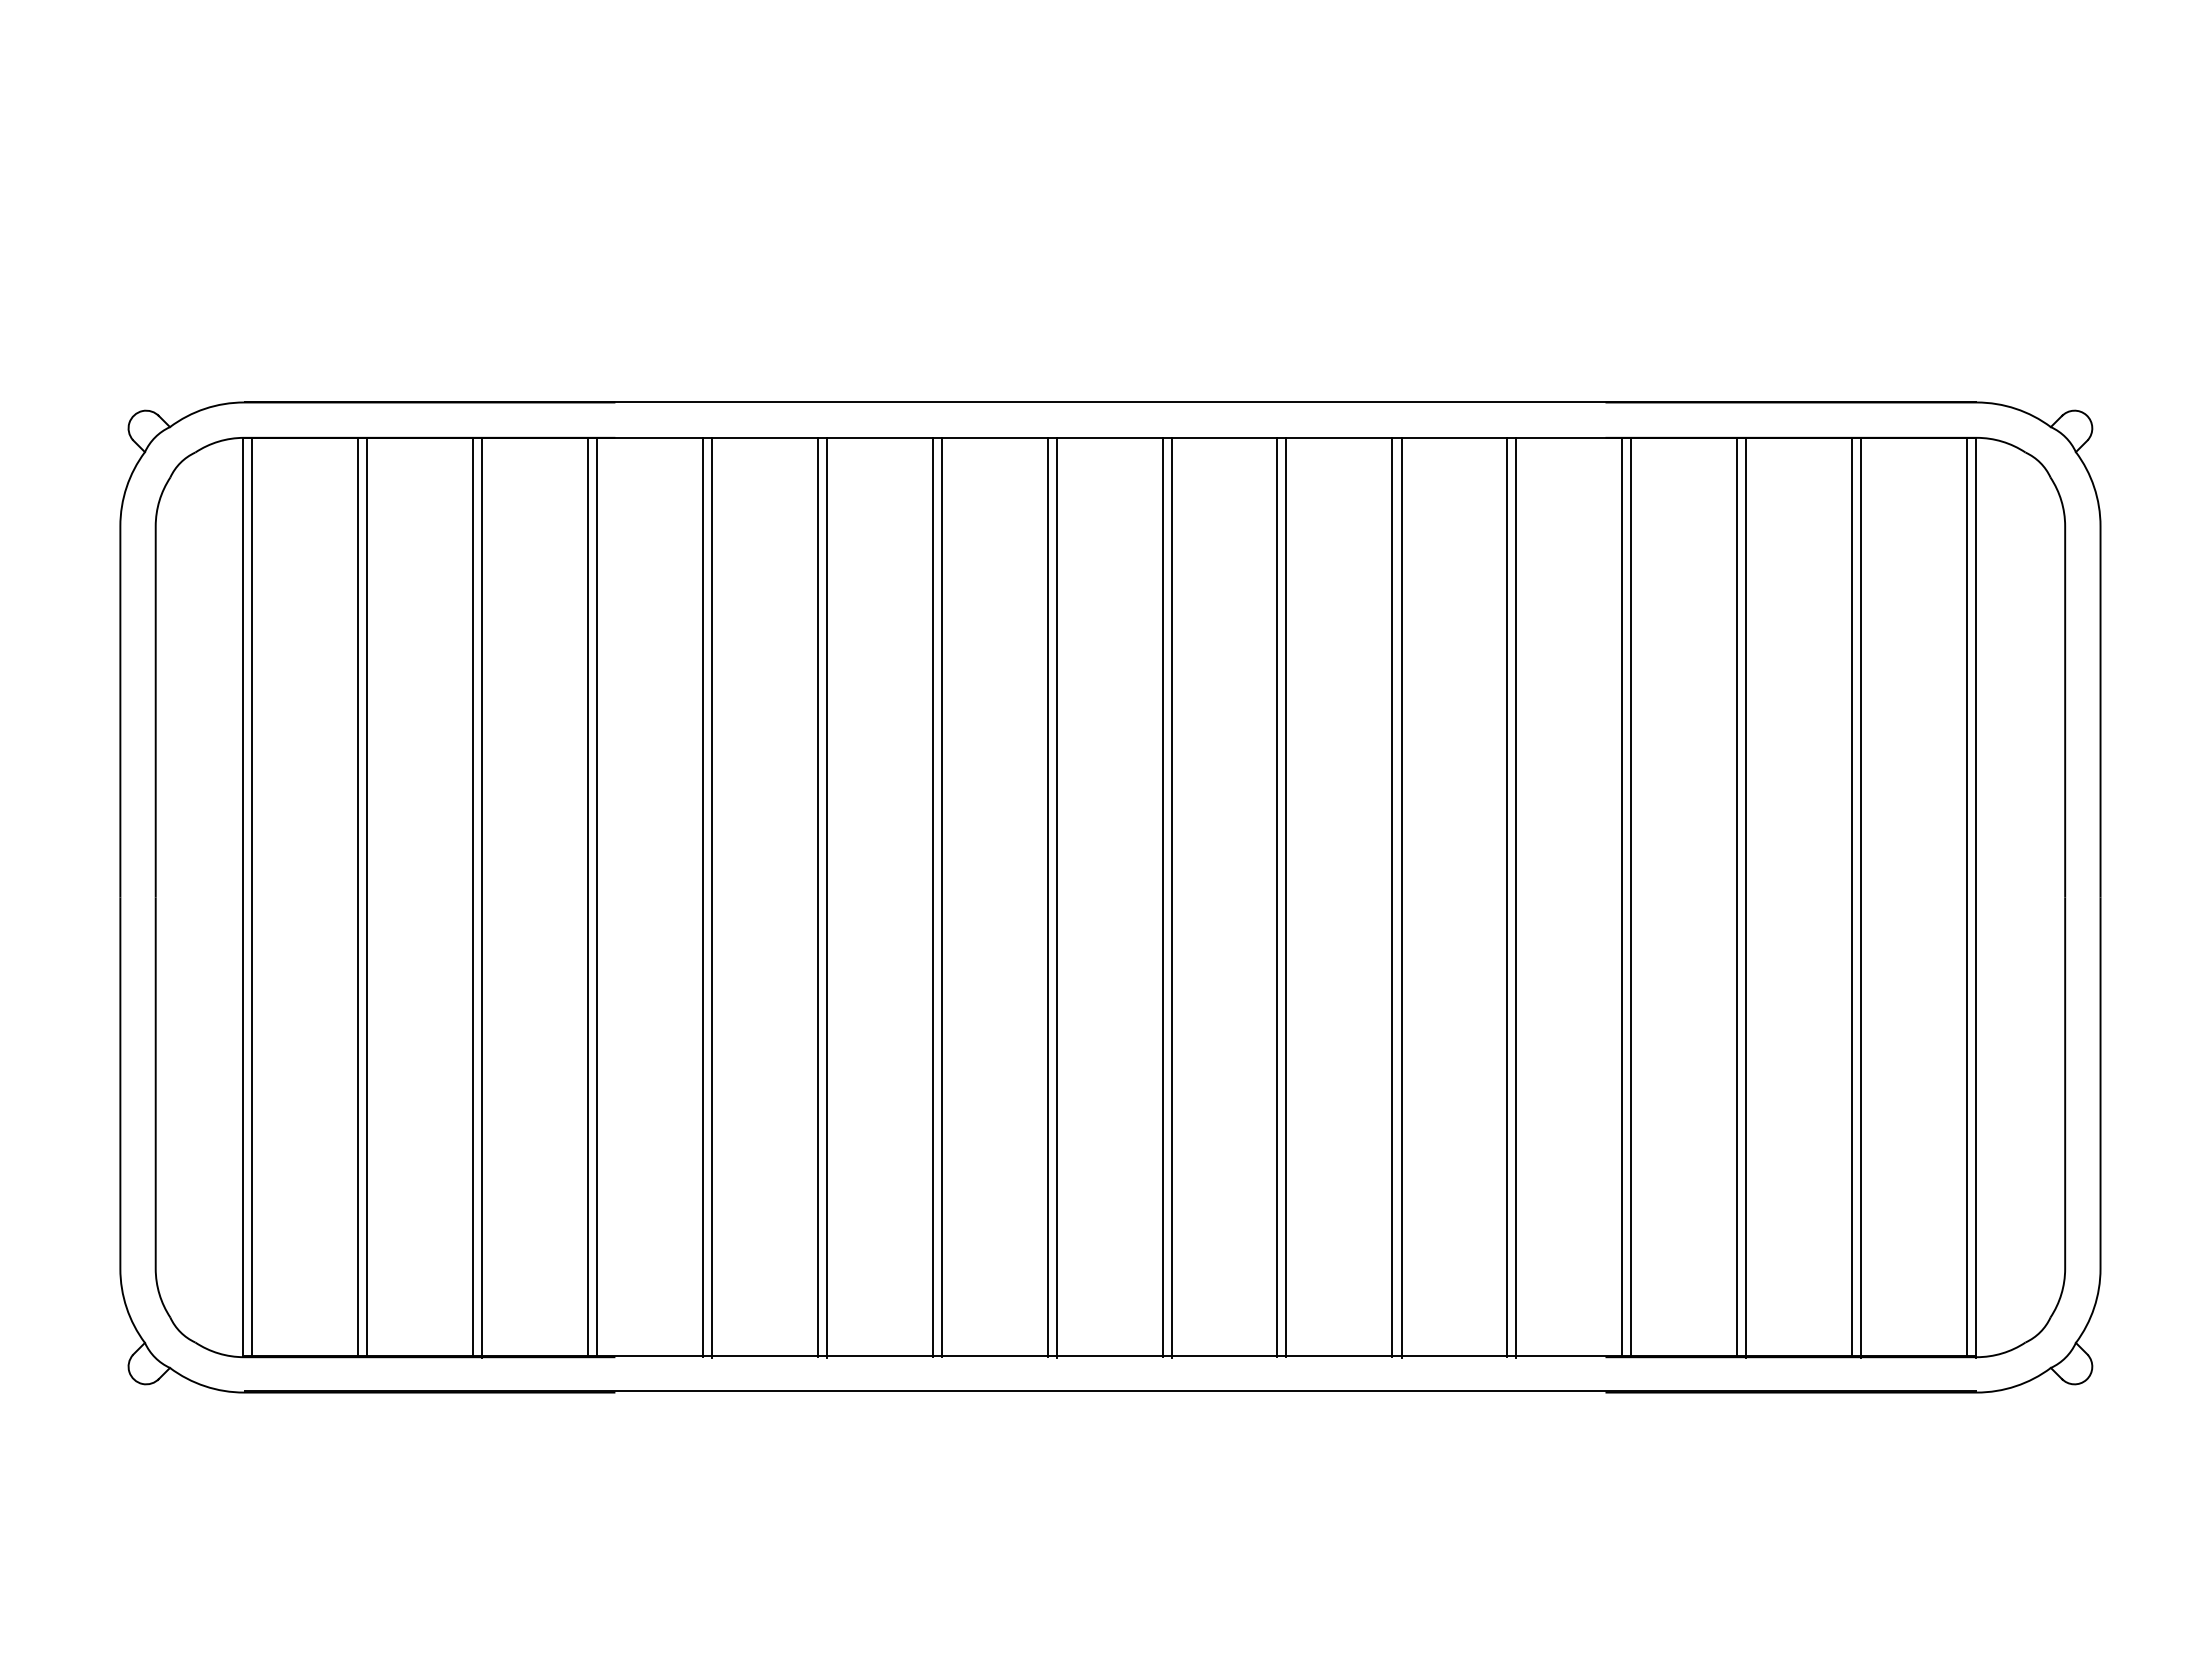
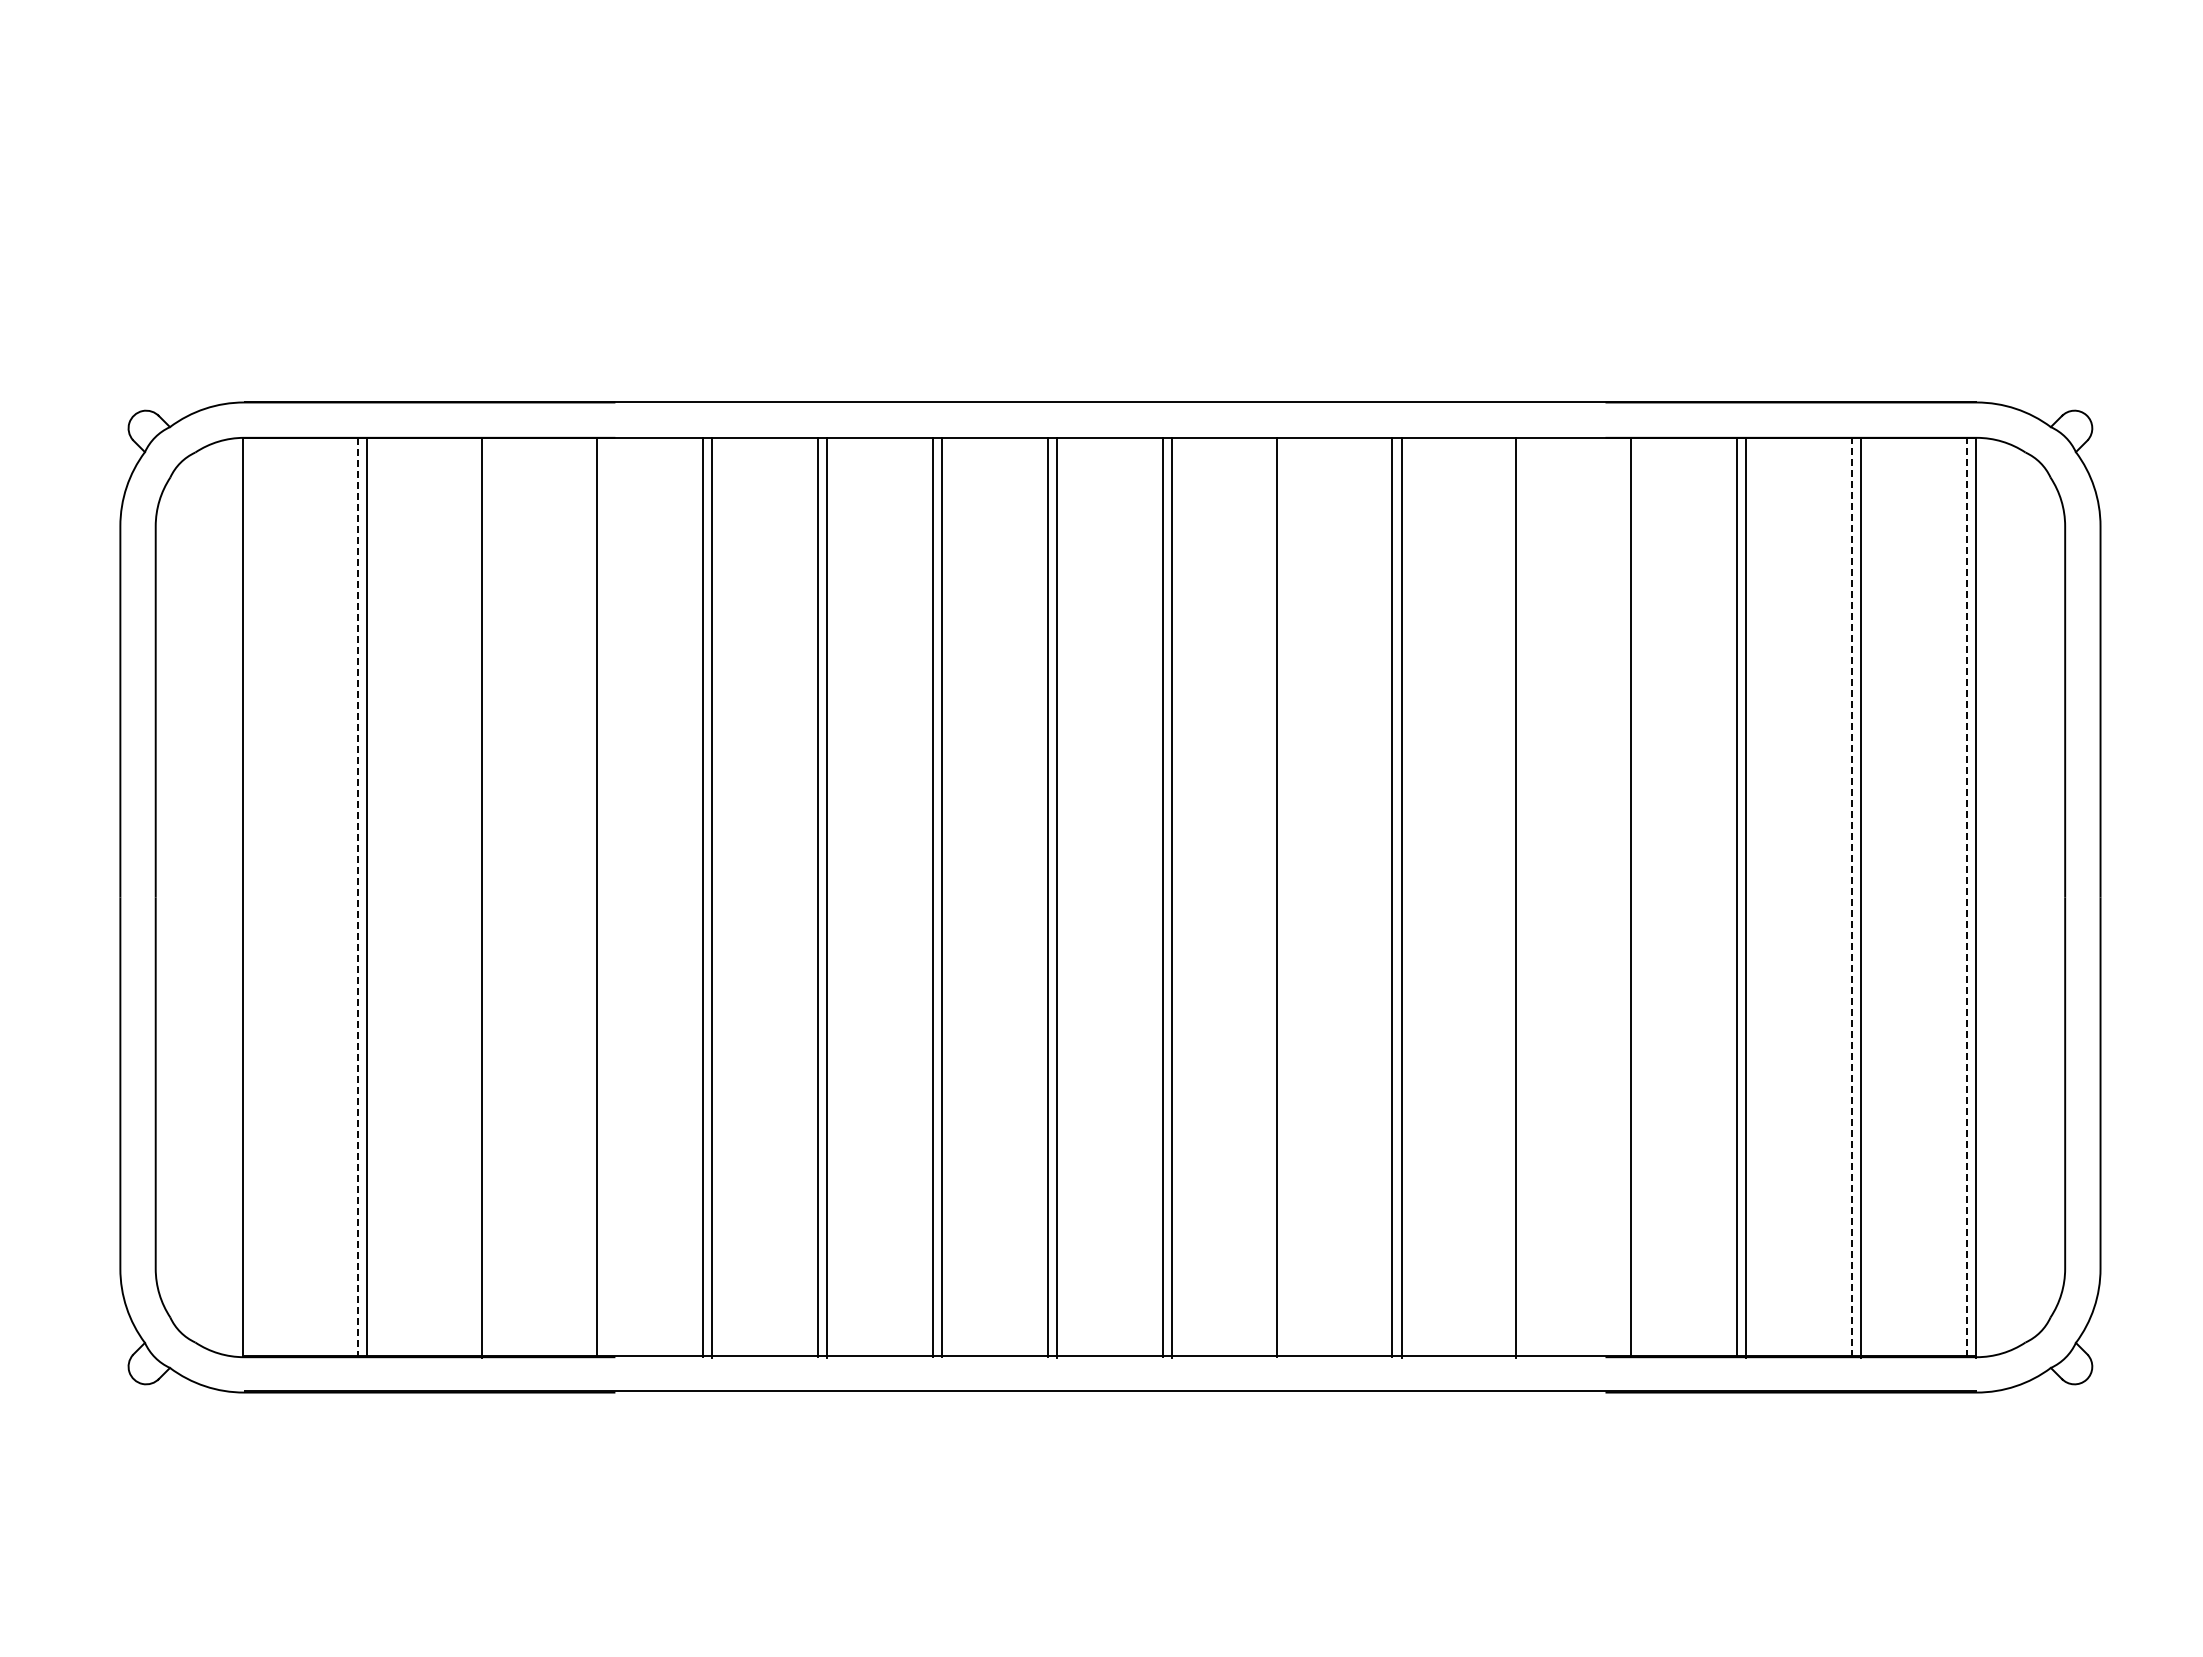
line at (251, 896): present -> none
line at (473, 896): present -> none
line at (587, 896): present -> none
line at (1286, 896): present -> none
line at (1622, 896): present -> none
line at (357, 897): solid -> dashed
line at (1507, 897): present -> none
line at (1852, 897): solid -> dashed
line at (1966, 897): solid -> dashed
